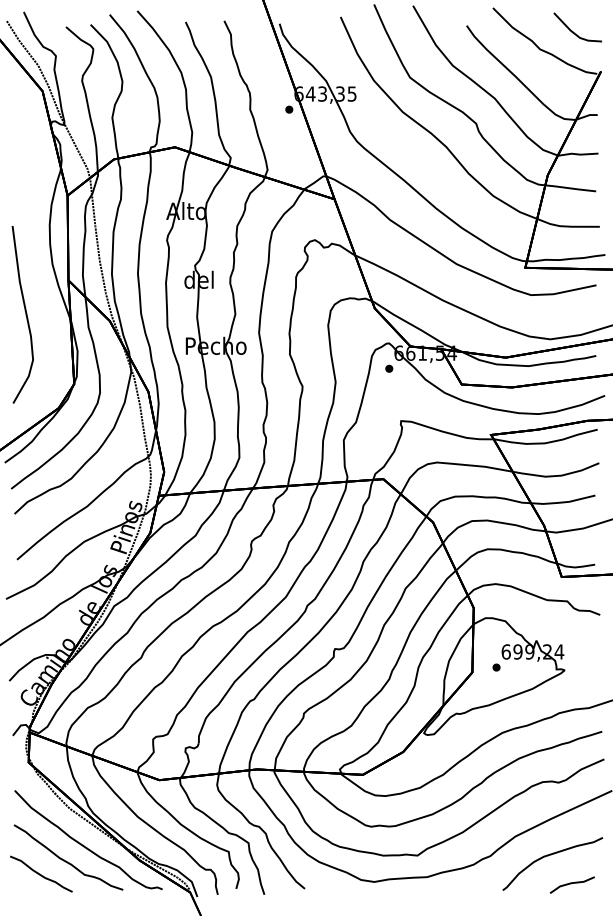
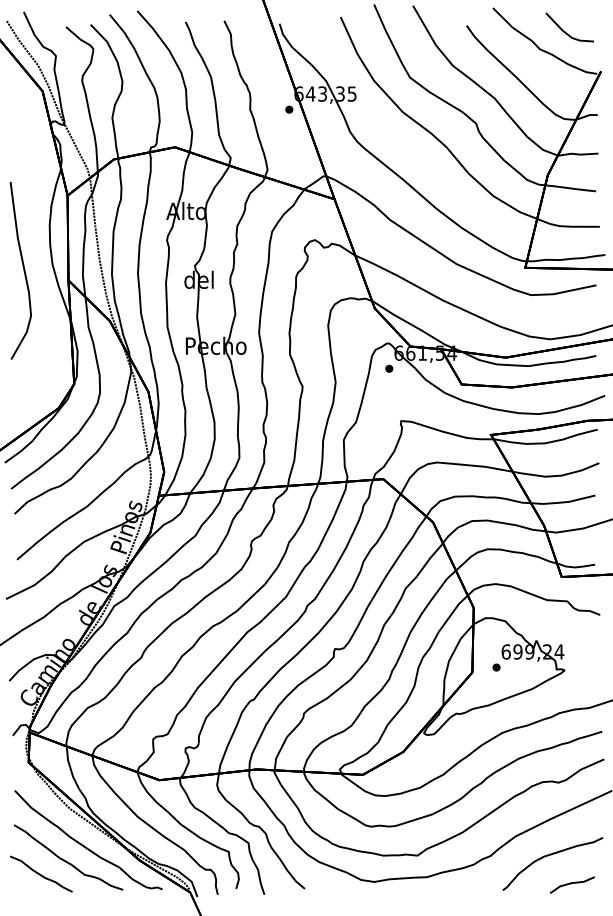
line at (573, 31) position: (573, 31) -> (565, 31)
curve at (25, 314) position: (25, 314) -> (23, 270)
